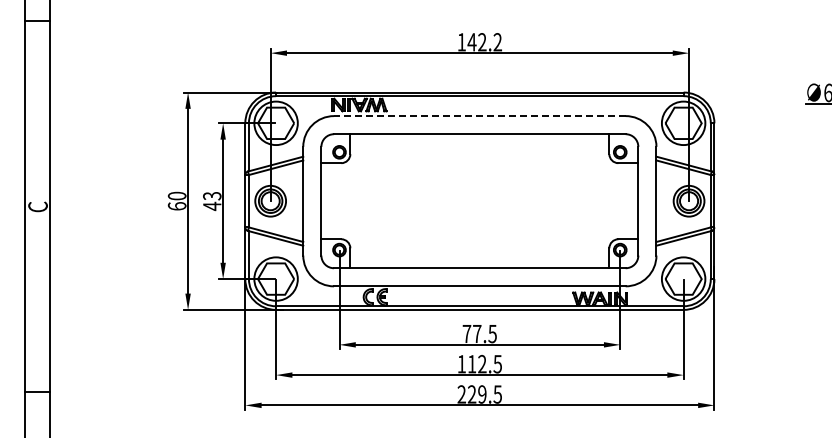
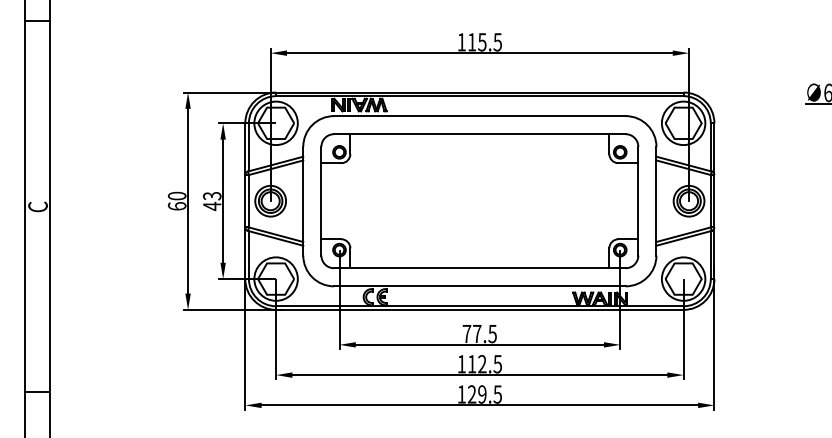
text at (484, 42): 142.2 -> 115.5
line at (479, 116): dashed -> solid
text at (461, 394): 229.5 -> 129.5
